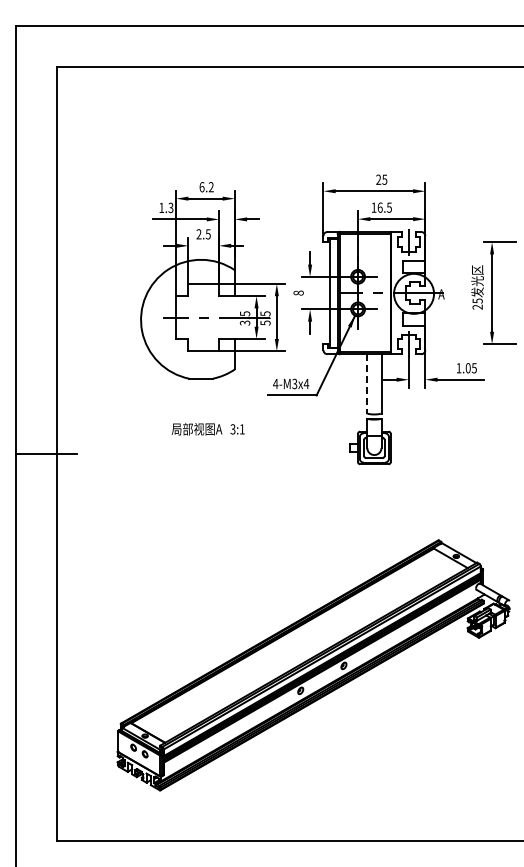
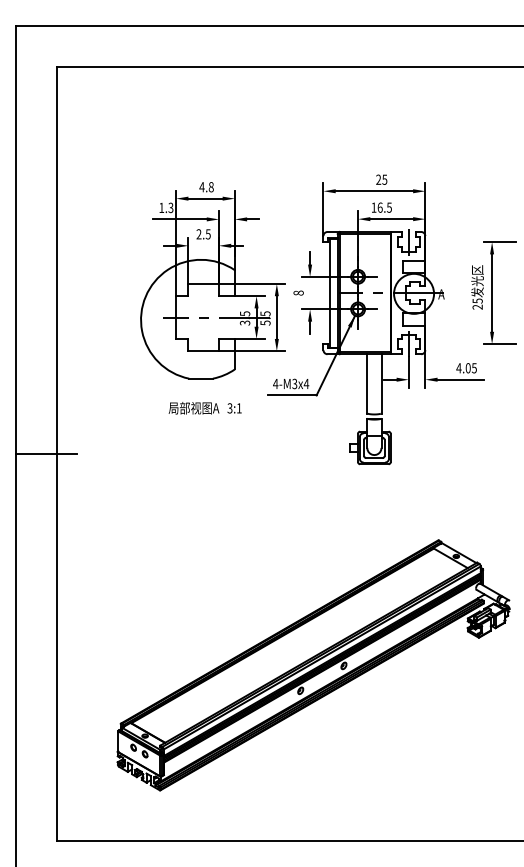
text at (206, 187): 6.2 -> 4.8
text at (458, 368): 1.05 -> 4.05
line at (367, 383): dashed -> solid
text at (207, 429) position: (207, 429) -> (204, 408)
